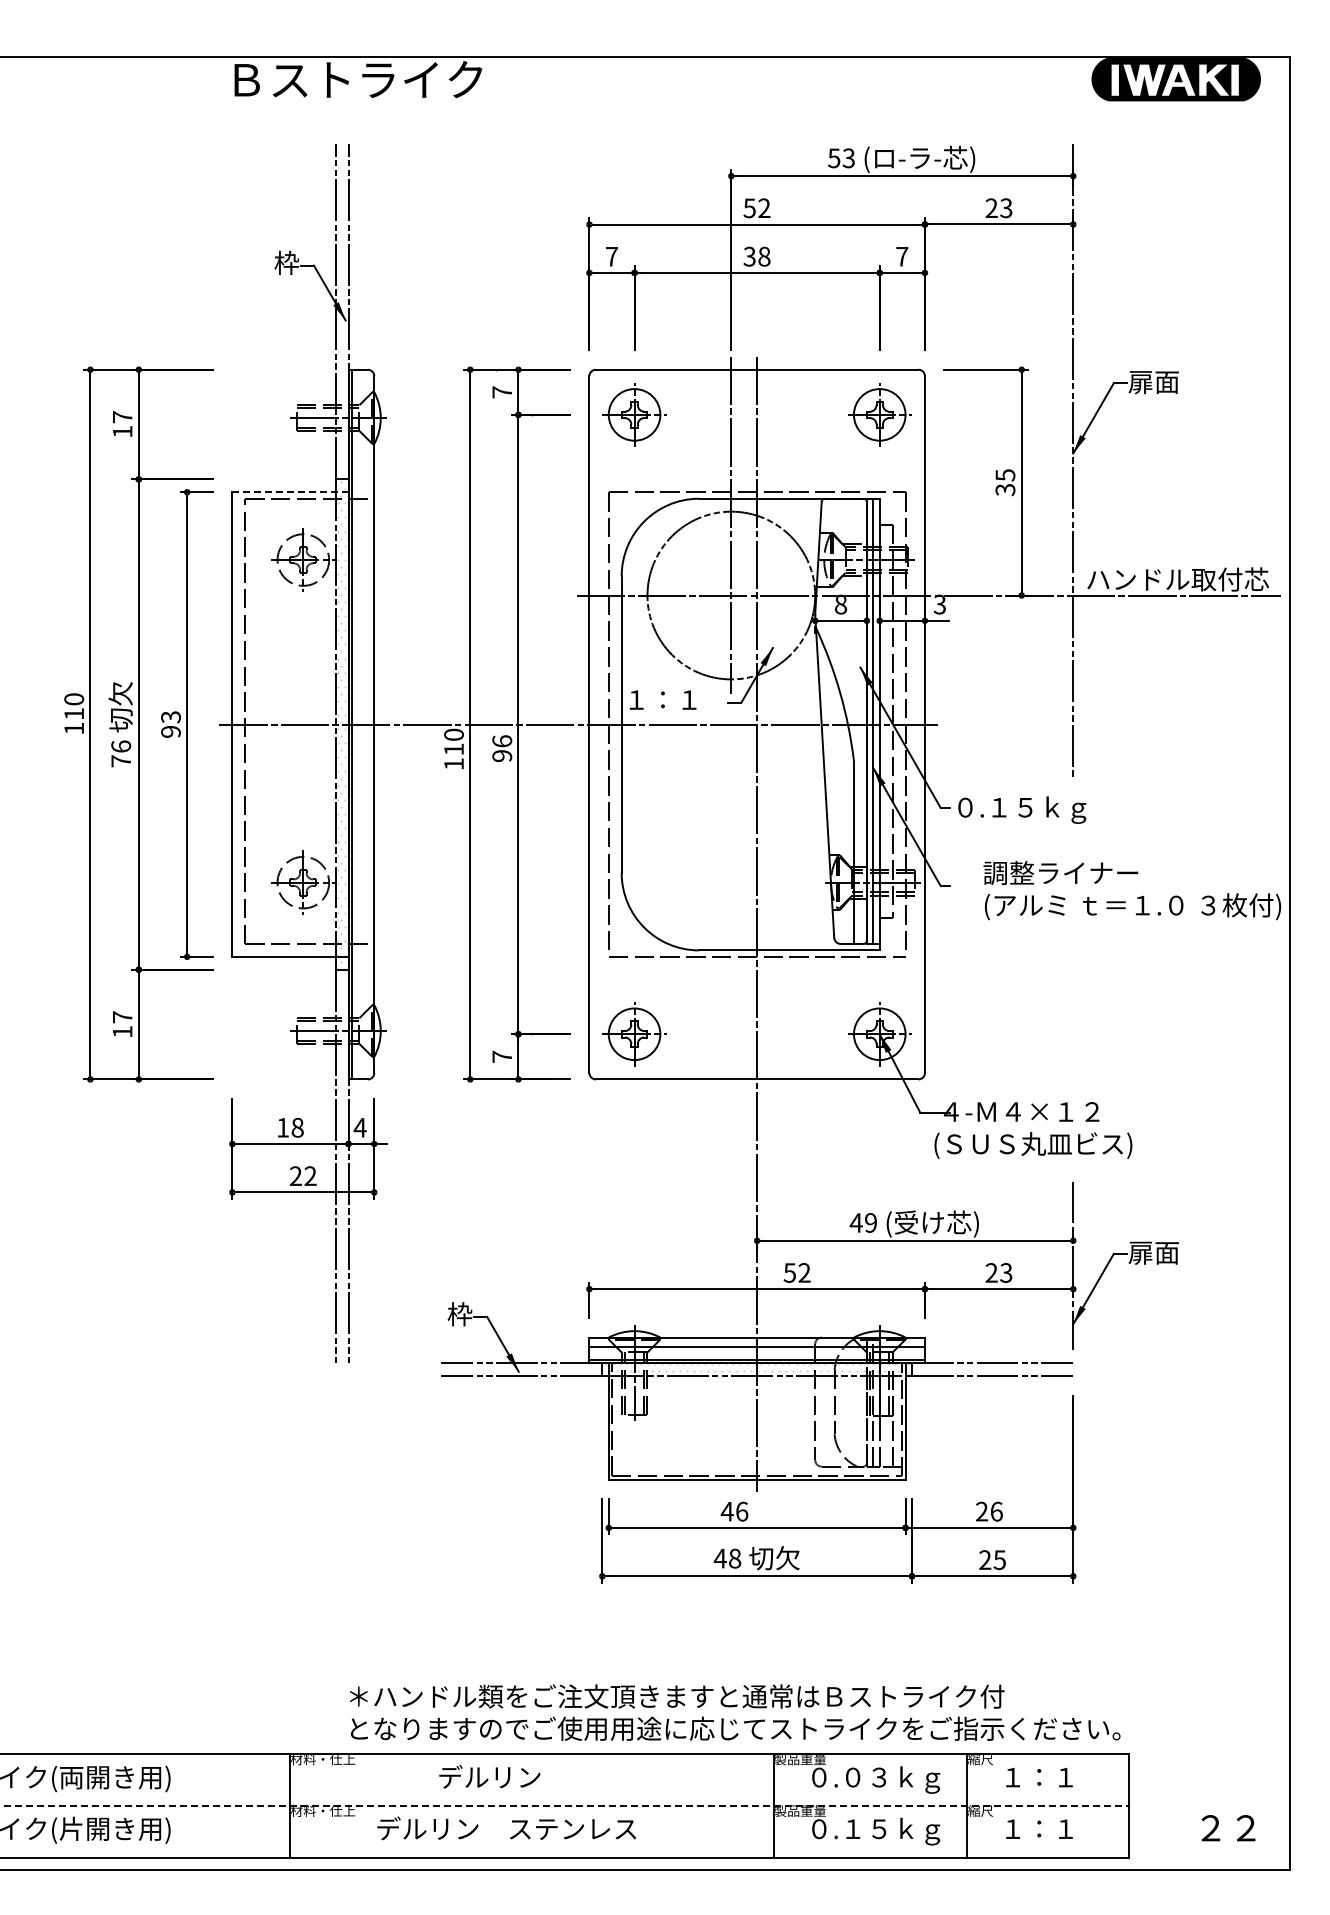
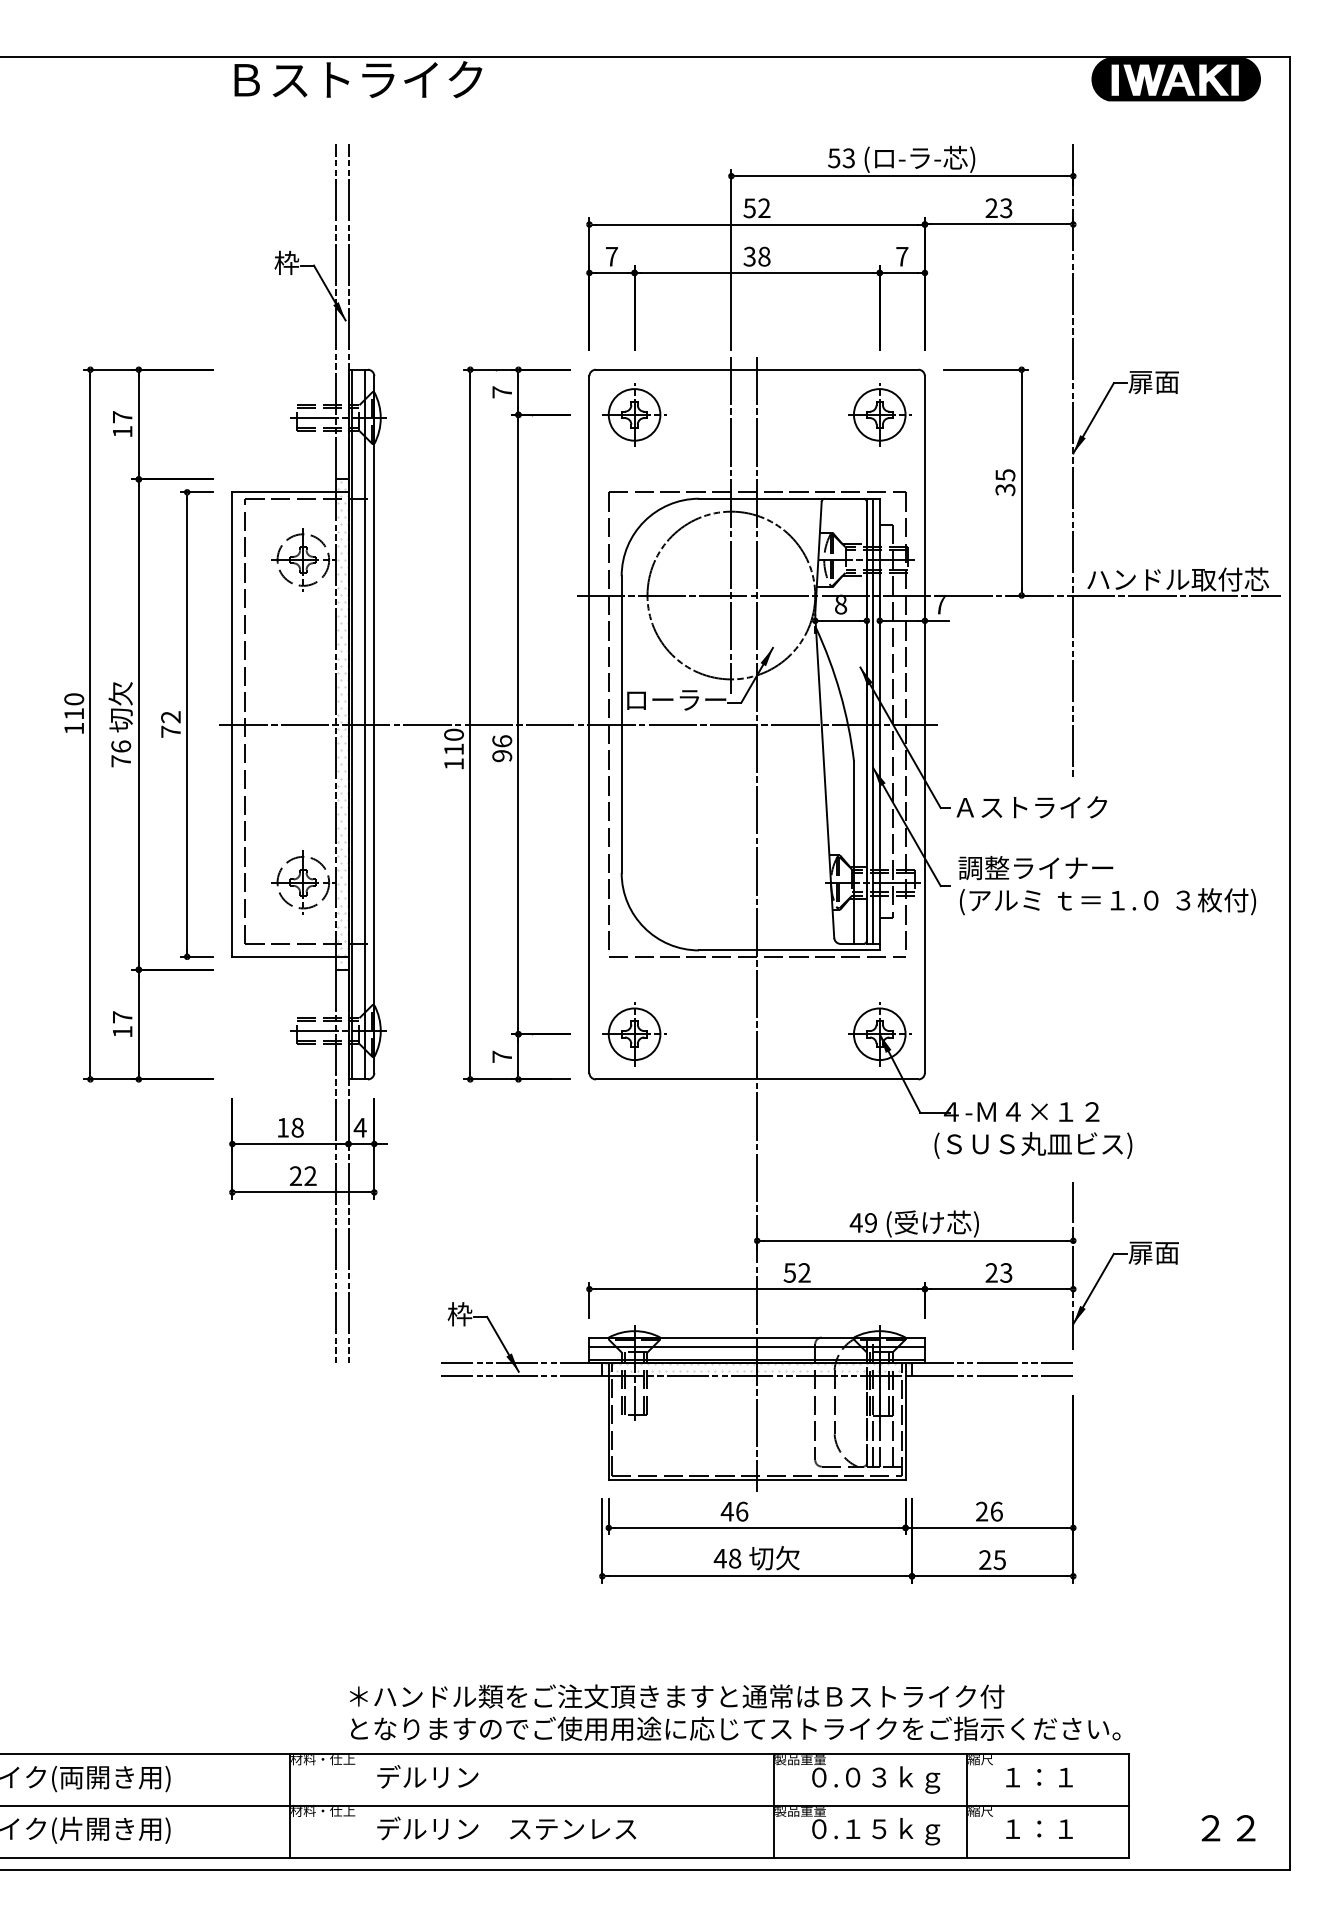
line at (290, 492): dashed -> solid
text at (939, 604): 3 -> 7
text at (676, 700): １：１ -> ローラー
text at (170, 724): 93 -> 72
line at (364, 724): none -> present
text at (1031, 809): ０.１５ｋｇ -> Ａストライク
text at (1131, 890) position: (1131, 890) -> (1106, 885)
text at (489, 1776) position: (489, 1776) -> (427, 1776)
line at (564, 1805): dashed -> solid
